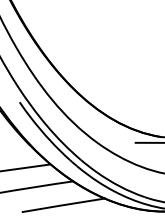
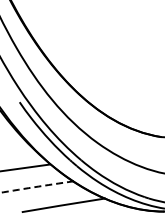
line at (148, 142): present -> none
arc at (36, 186): solid -> dashed
